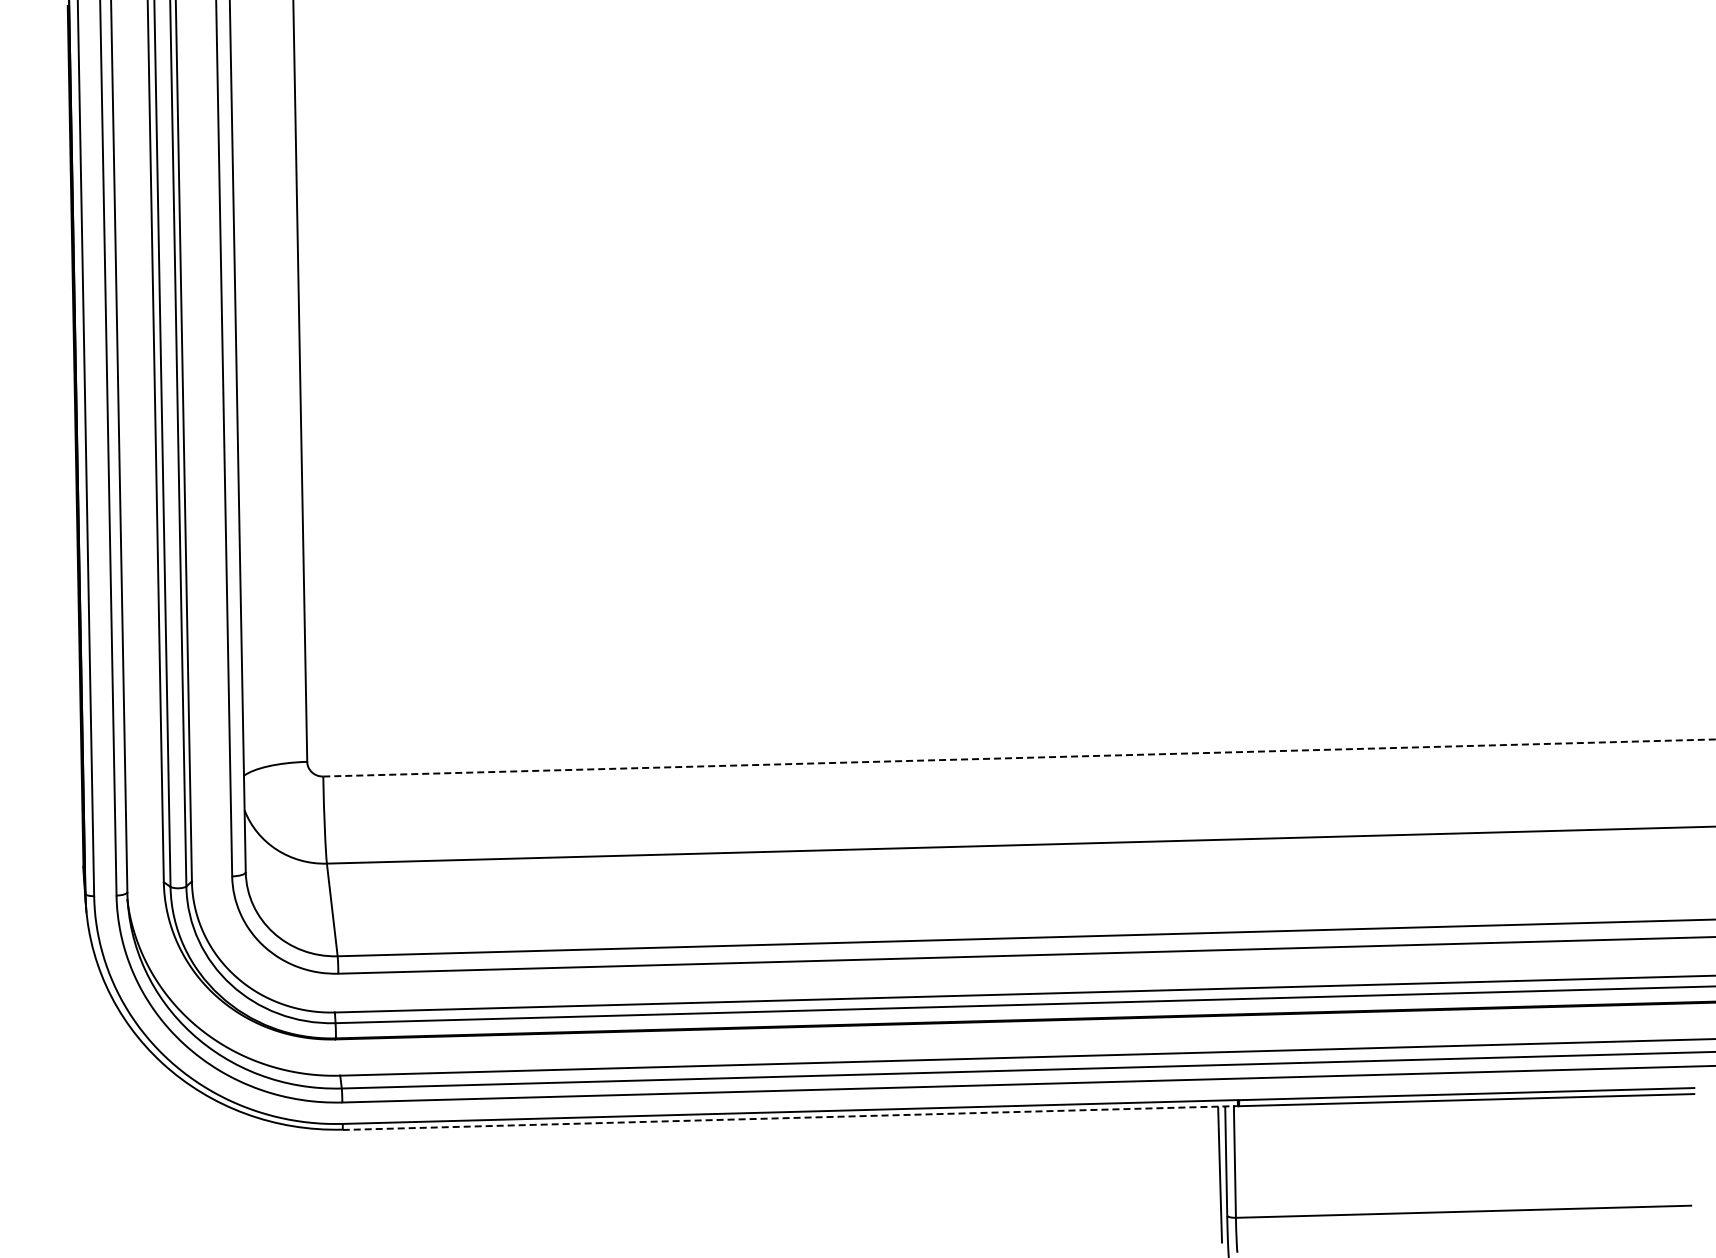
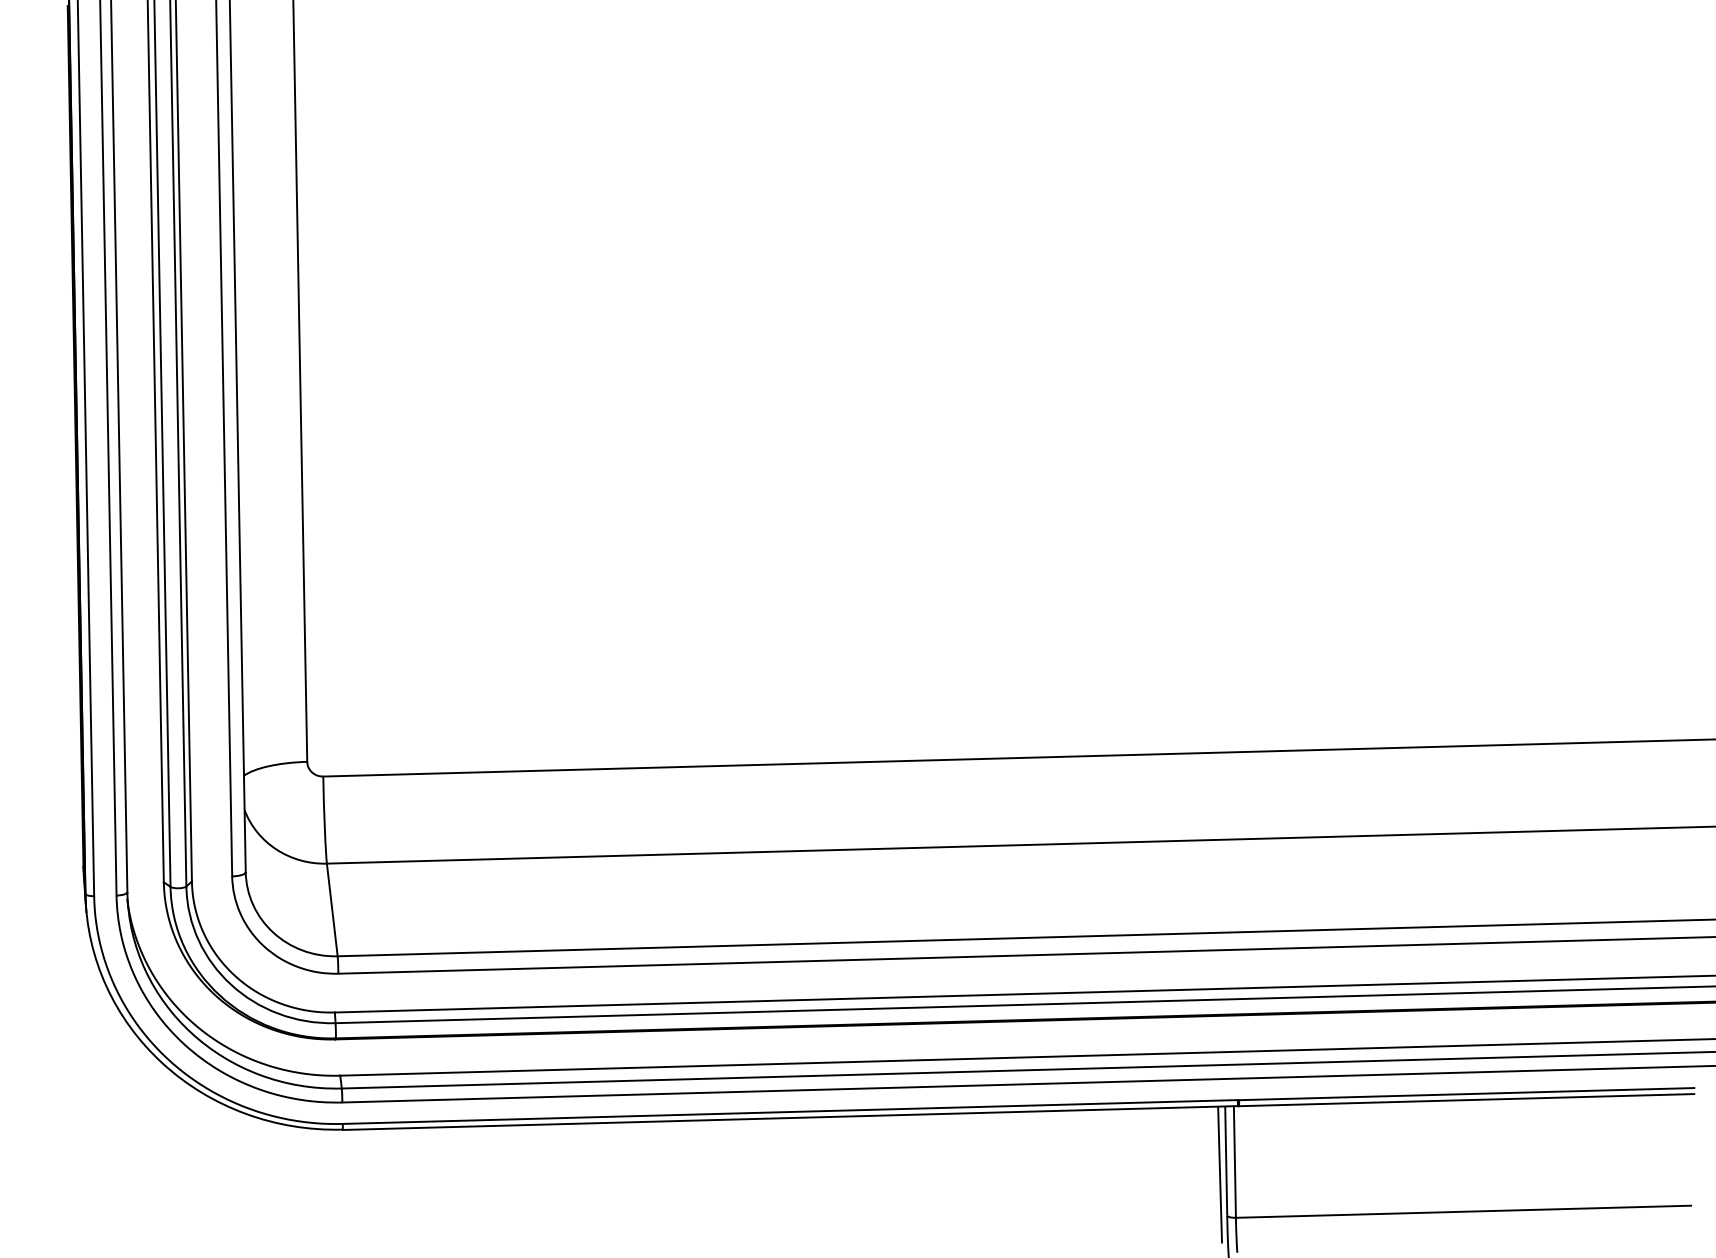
line at (1019, 757): dashed -> solid
line at (790, 1118): dashed -> solid
